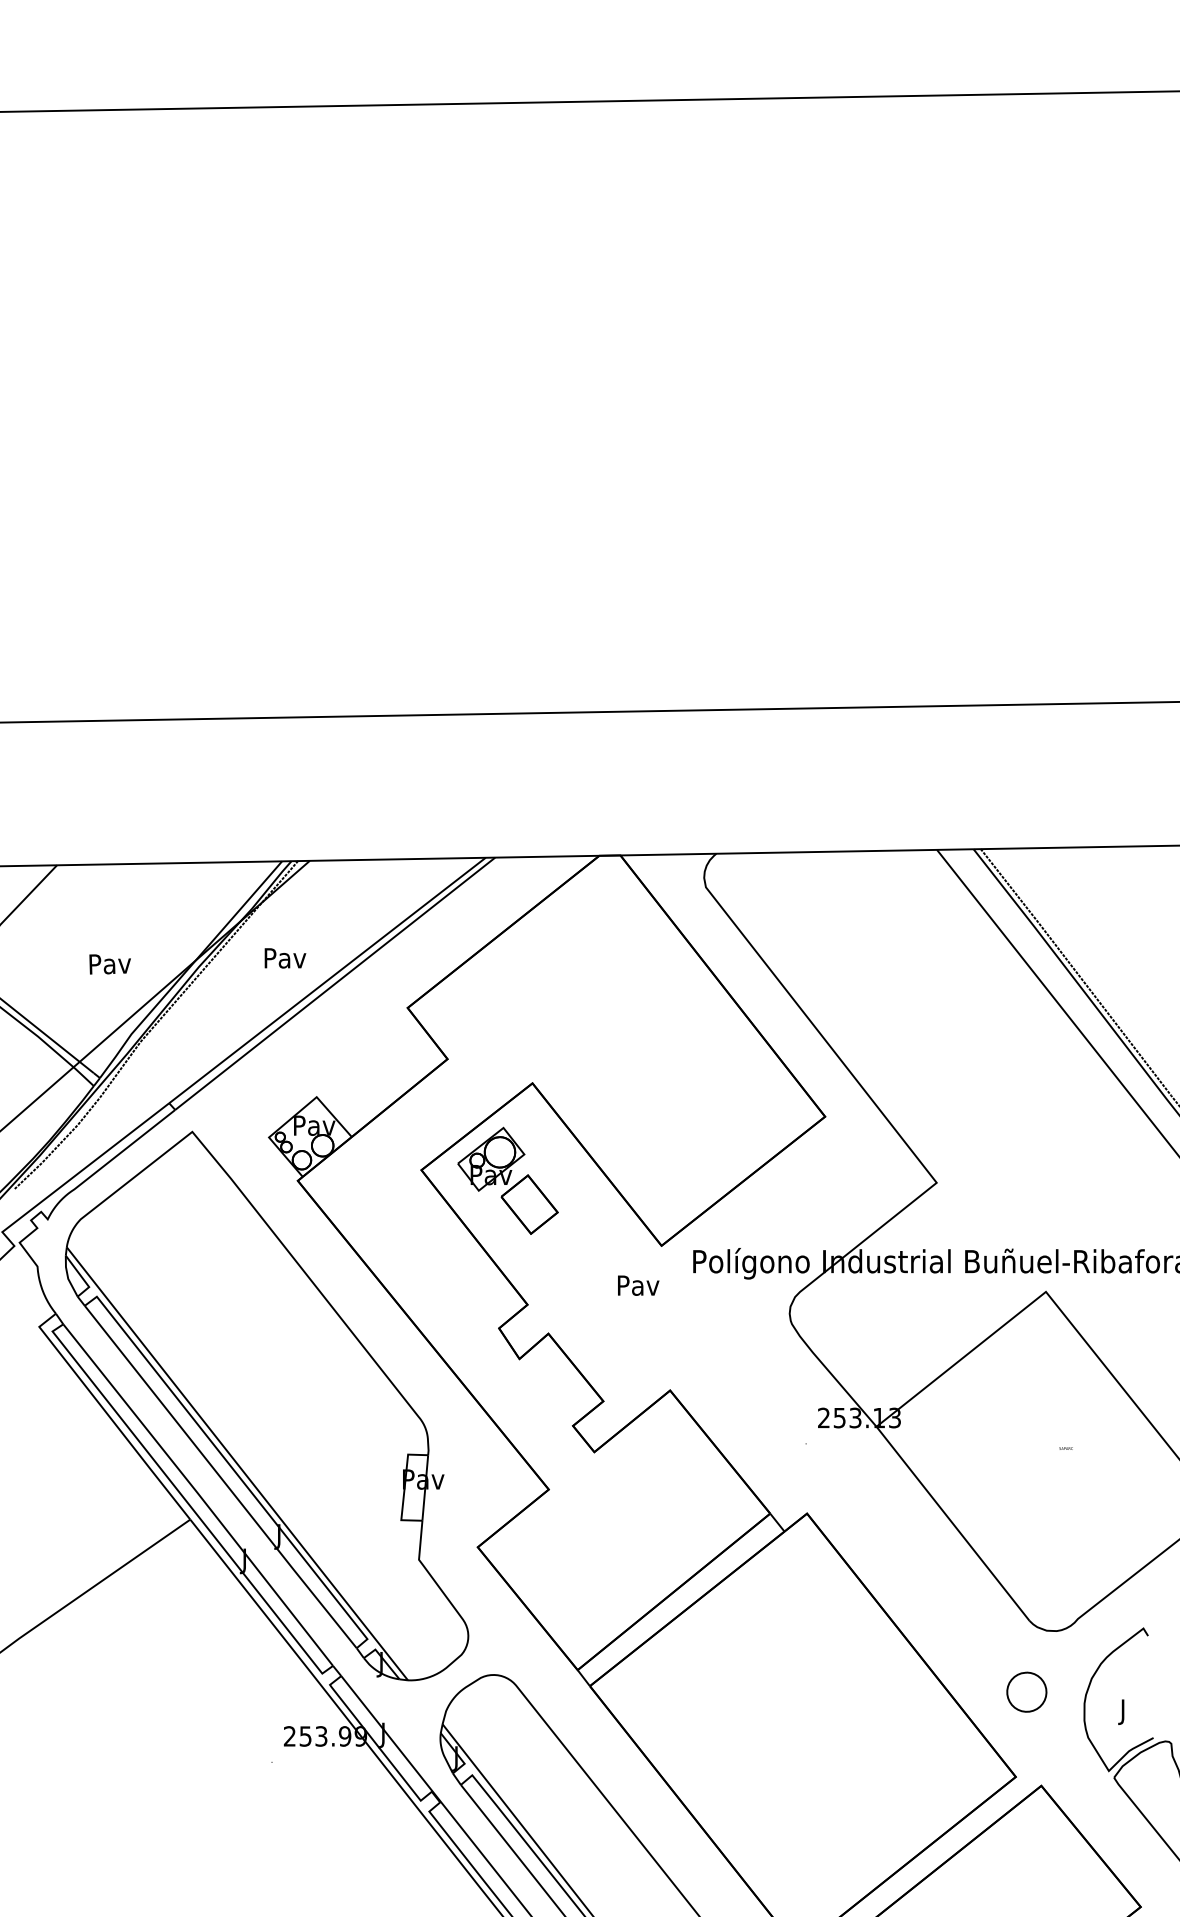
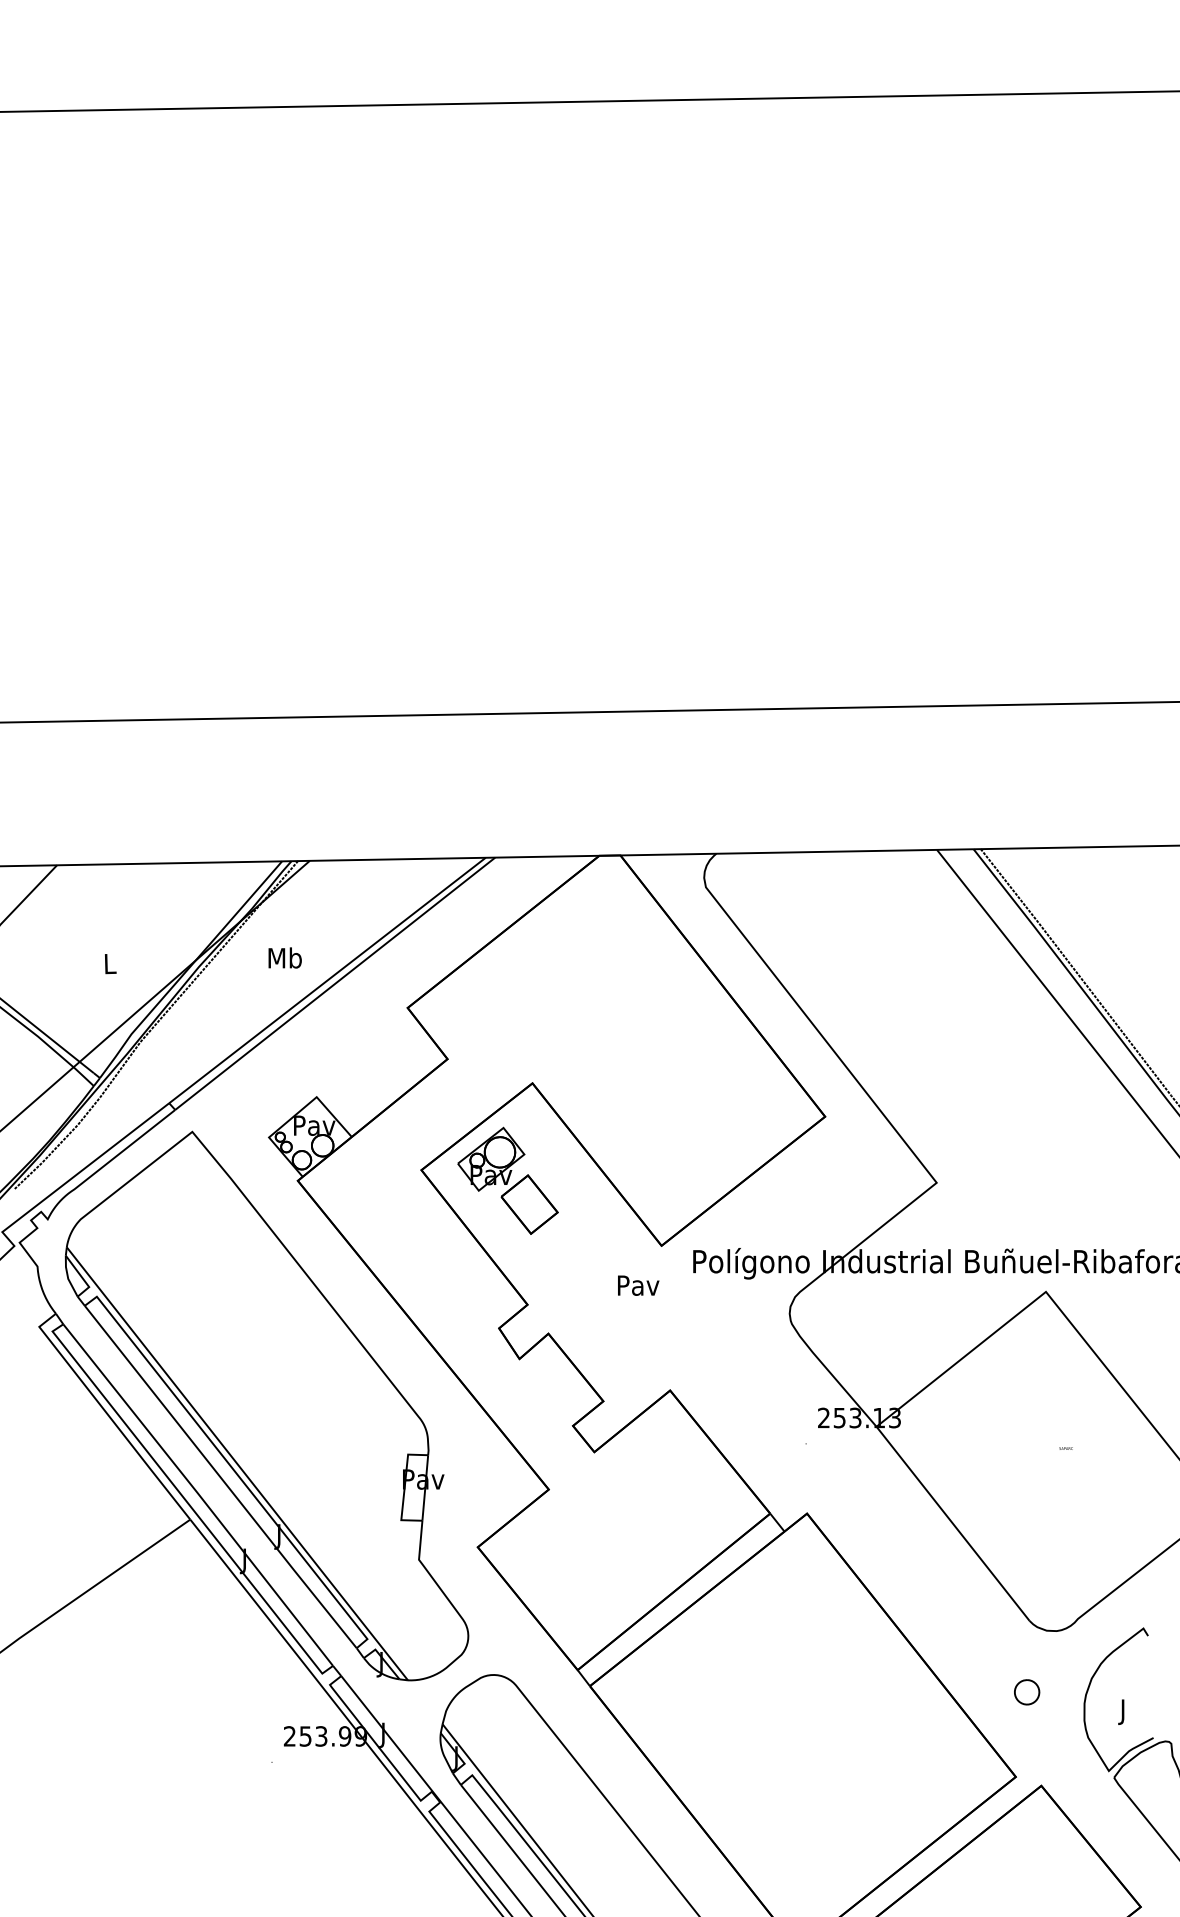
text at (285, 957): Pav -> Mb
text at (109, 964): Pav -> L
part at (1026, 1691) size: 42x42 px -> 27x27 px
